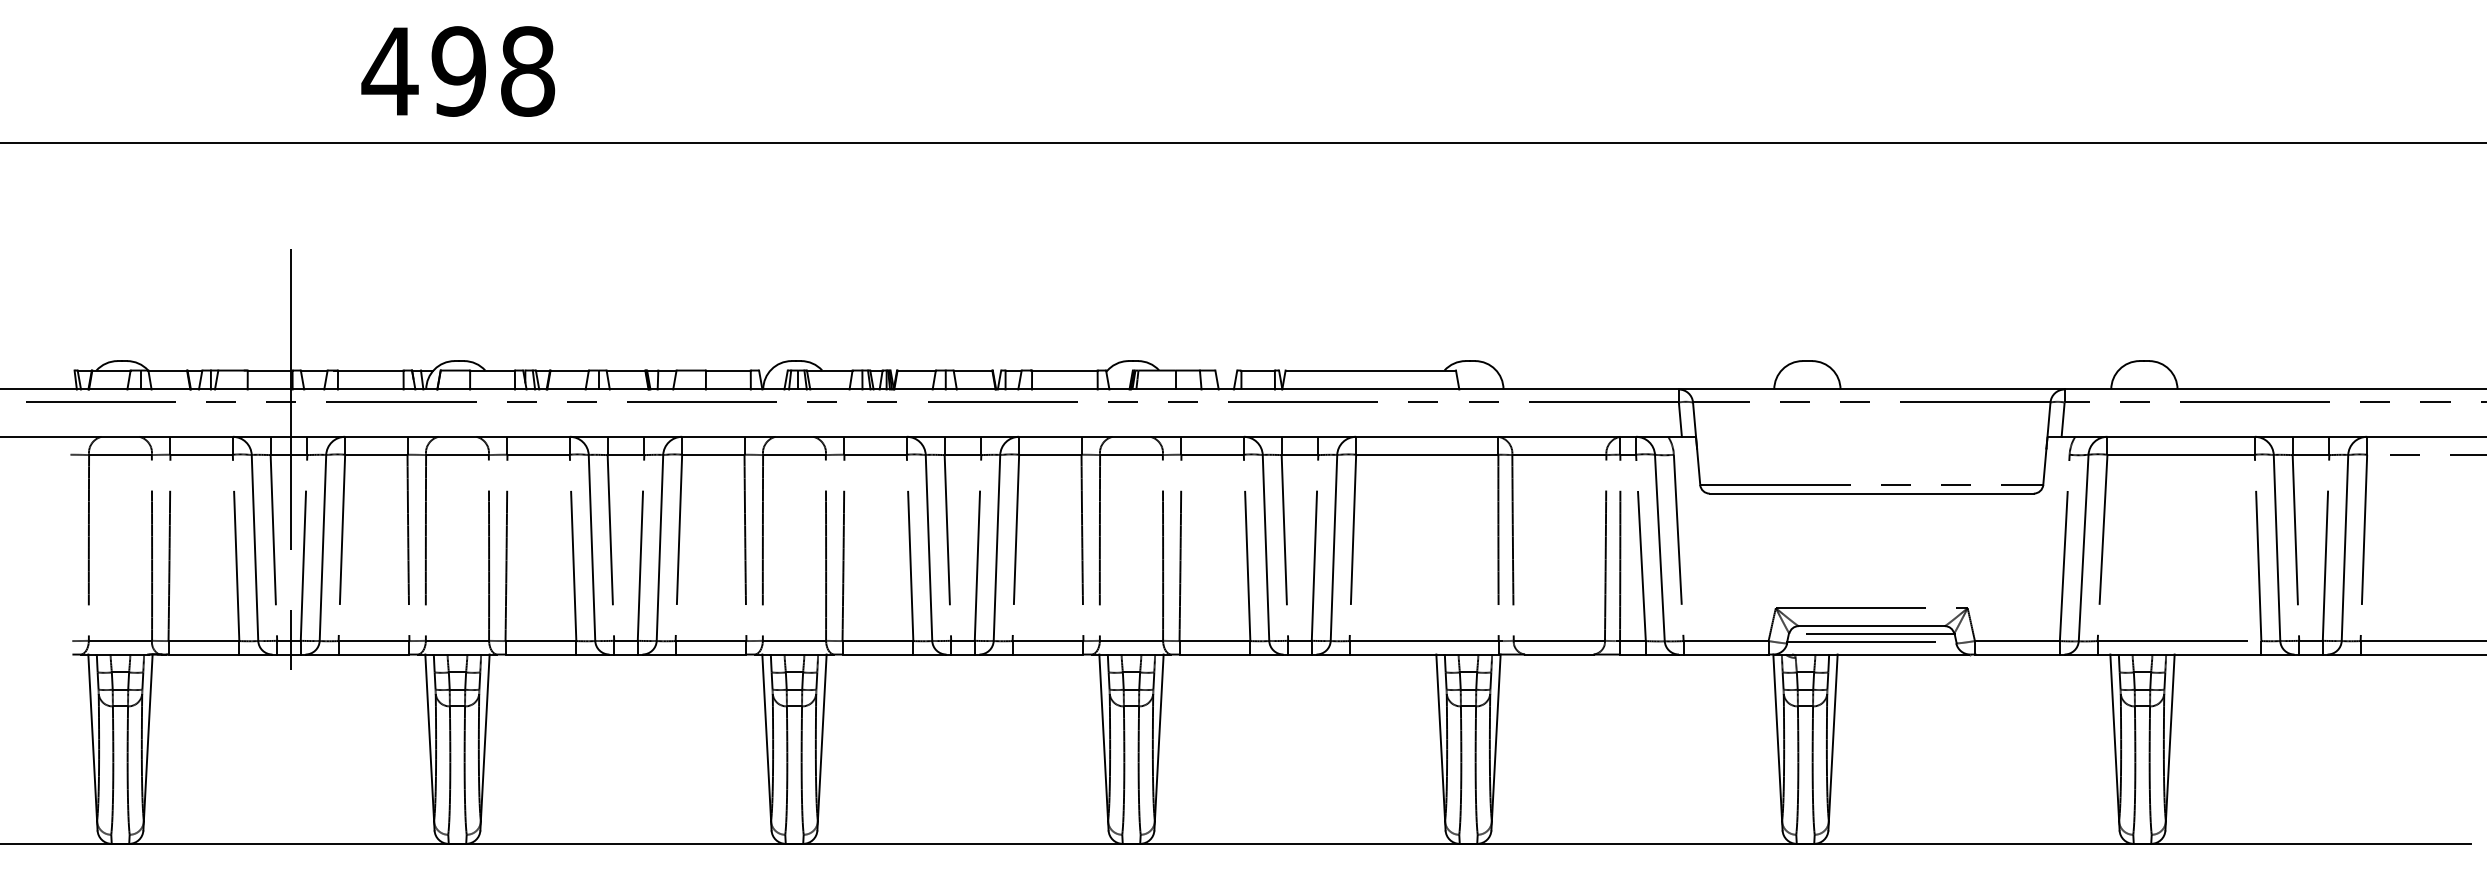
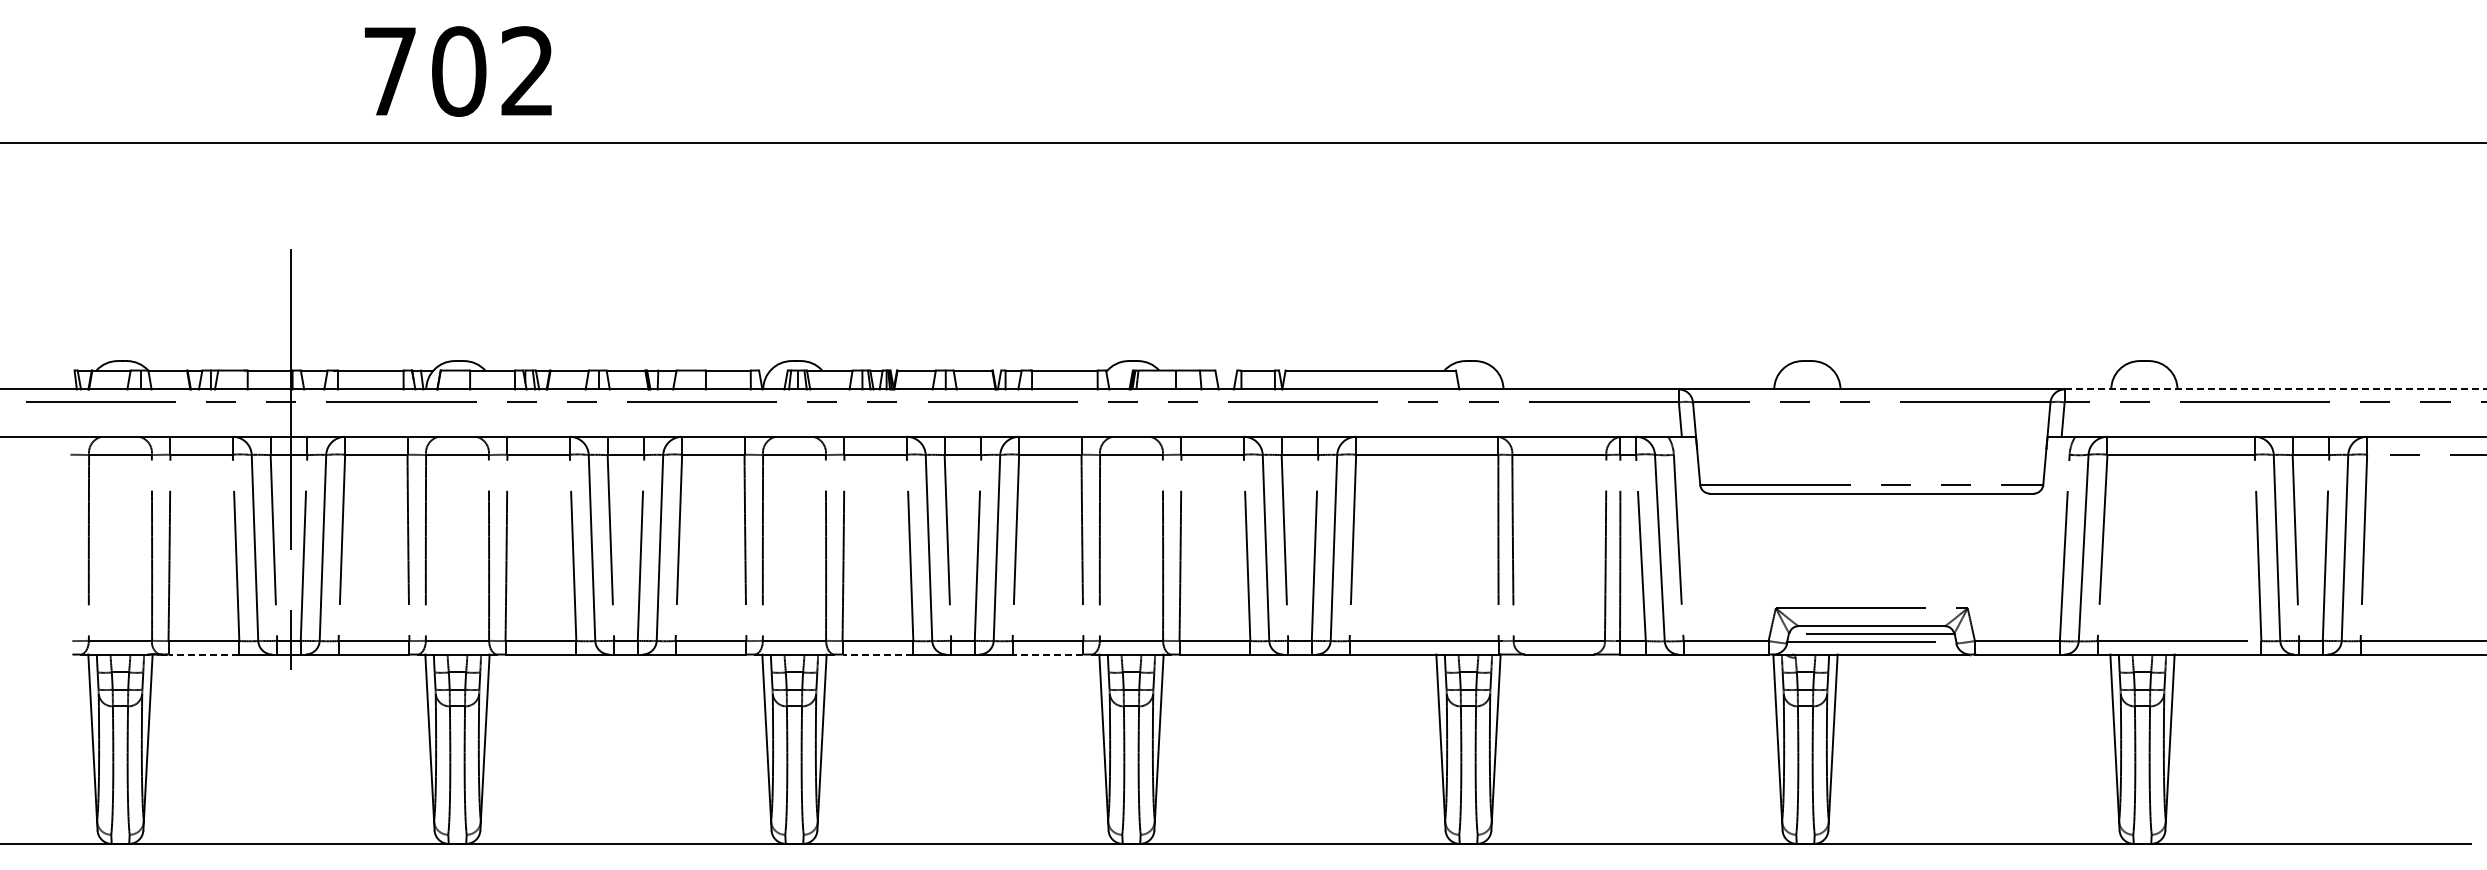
text at (458, 71): 498 -> 702
line at (2275, 389): solid -> dashed
line at (203, 654): solid -> dashed
line at (877, 654): solid -> dashed
line at (1047, 654): solid -> dashed
